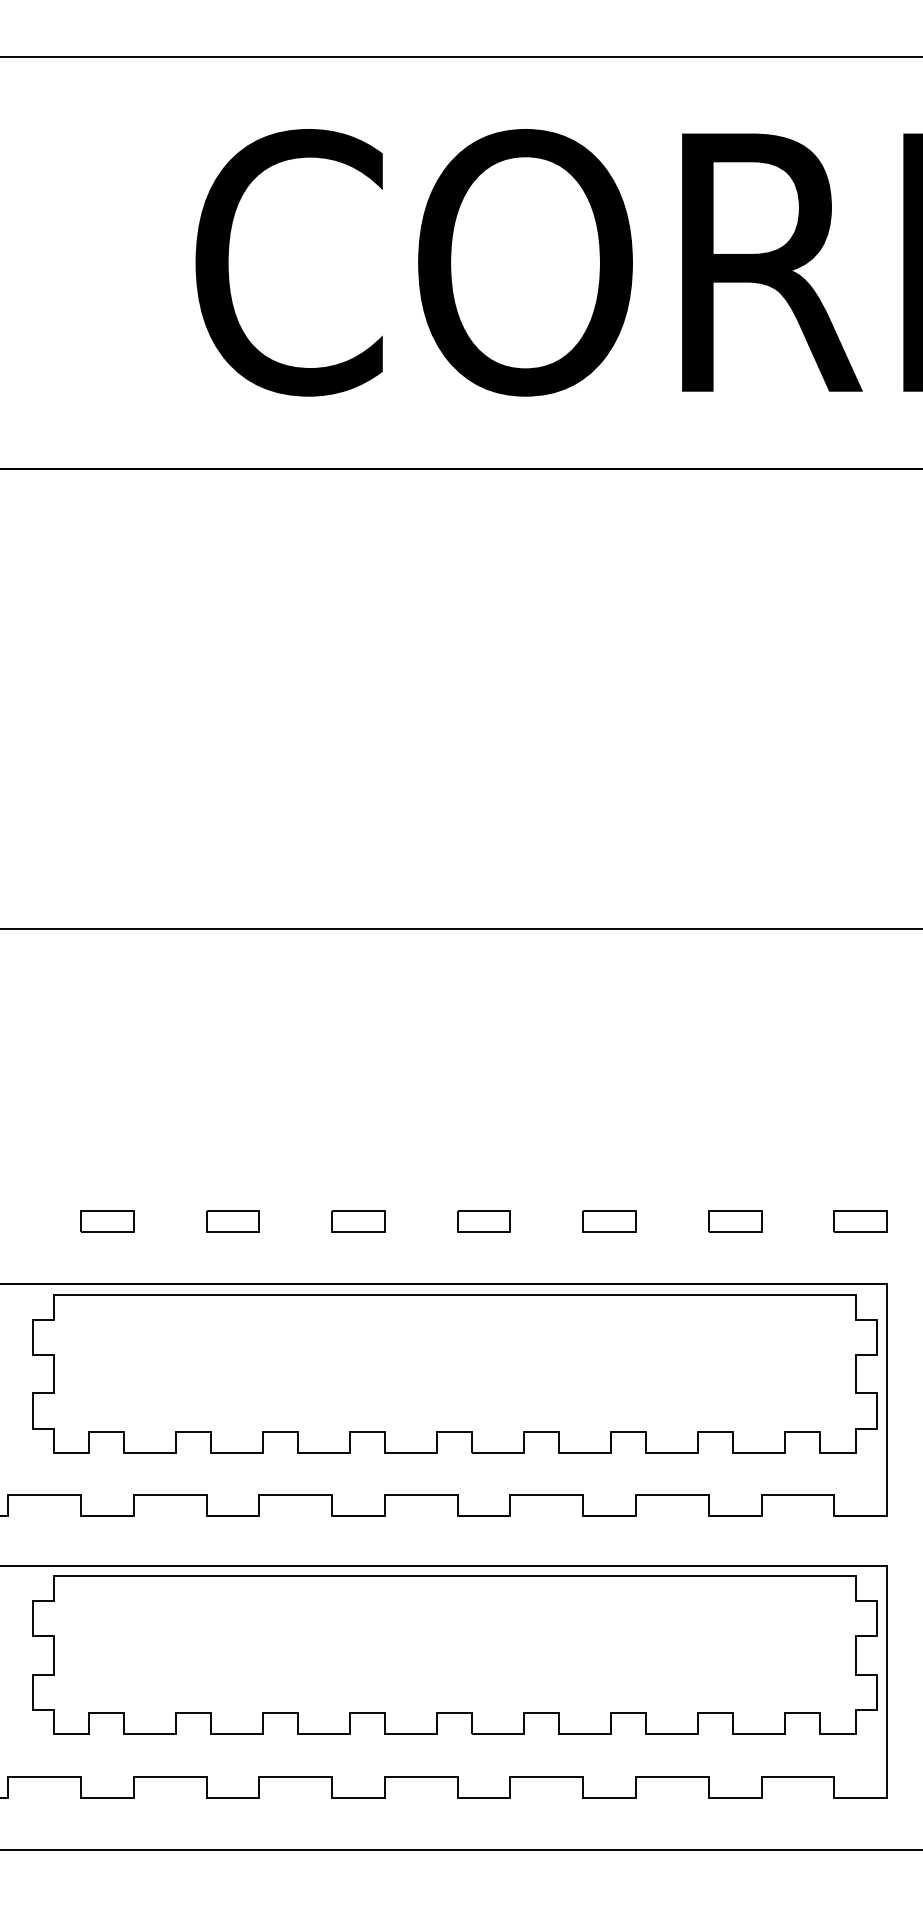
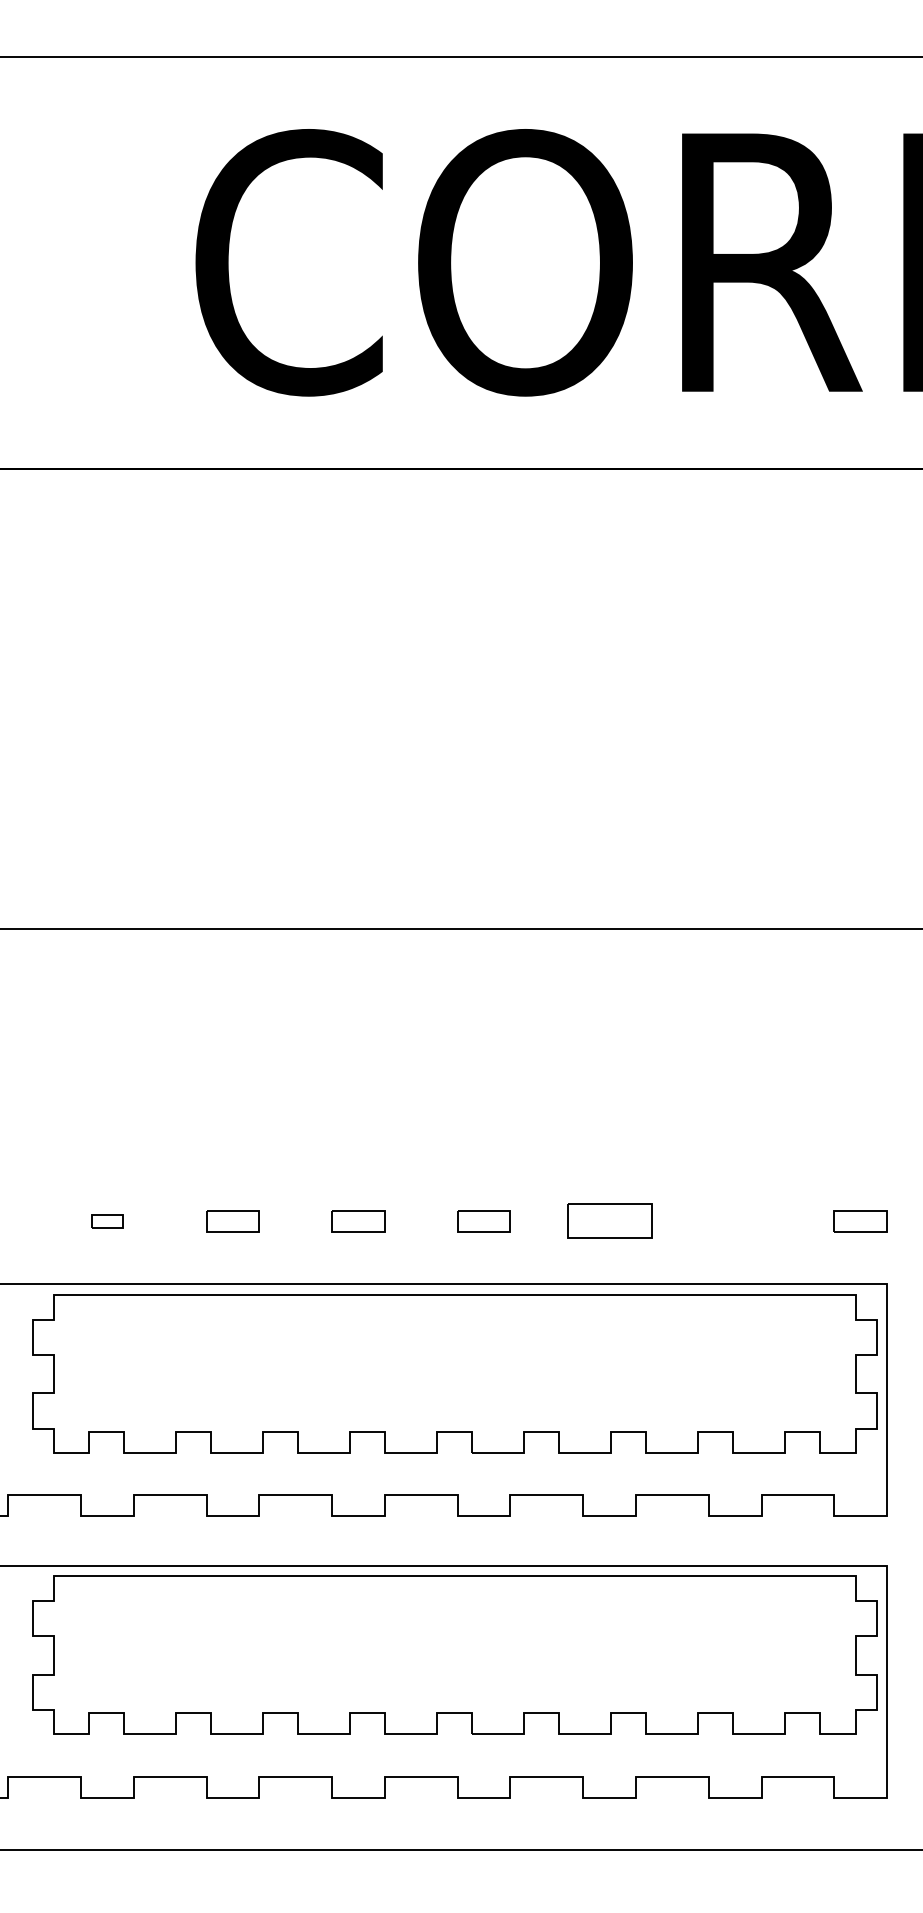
part at (107, 1221) size: 55x23 px -> 33x15 px
part at (609, 1221) size: 55x23 px -> 86x36 px
part at (735, 1221): present -> none
